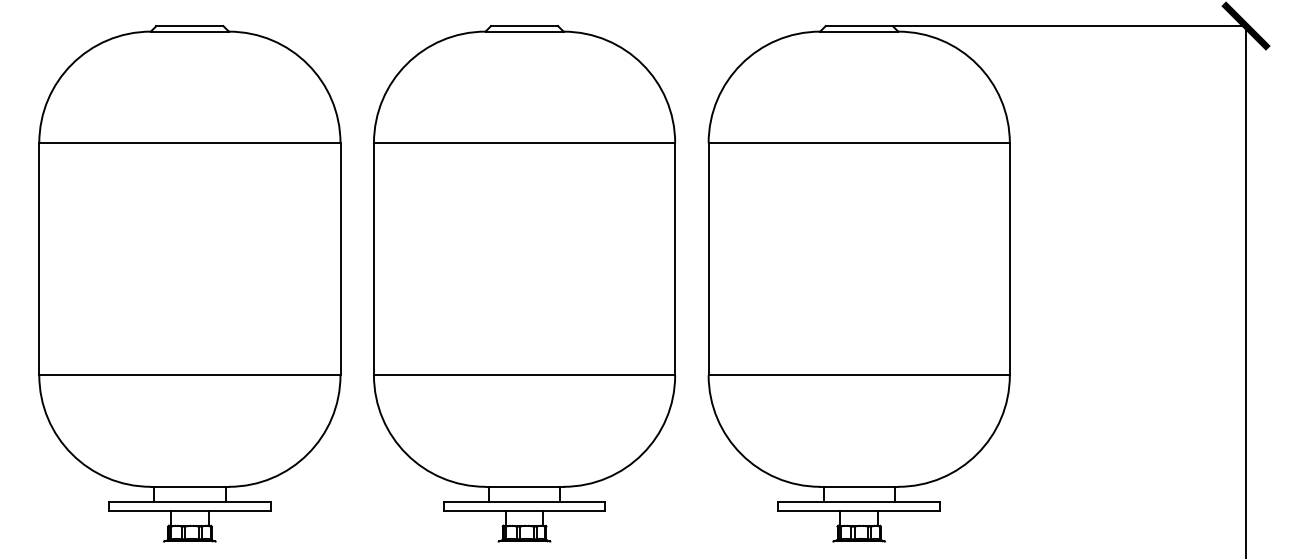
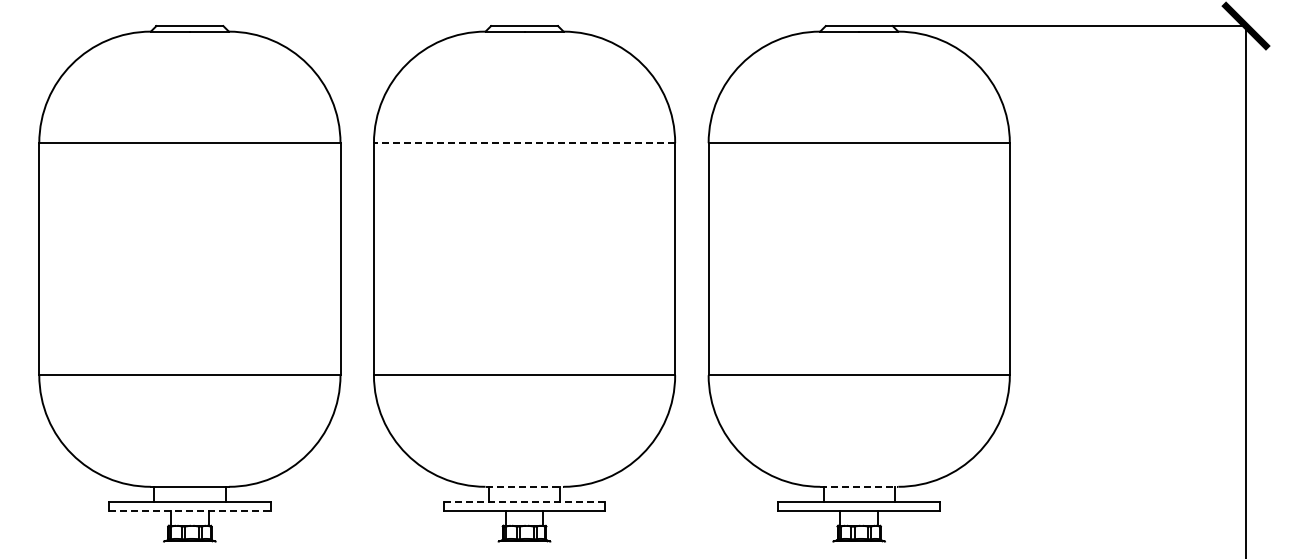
line at (524, 143): solid -> dashed
line at (525, 486): solid -> dashed
line at (859, 486): solid -> dashed
line at (524, 502): solid -> dashed
line at (189, 511): solid -> dashed
